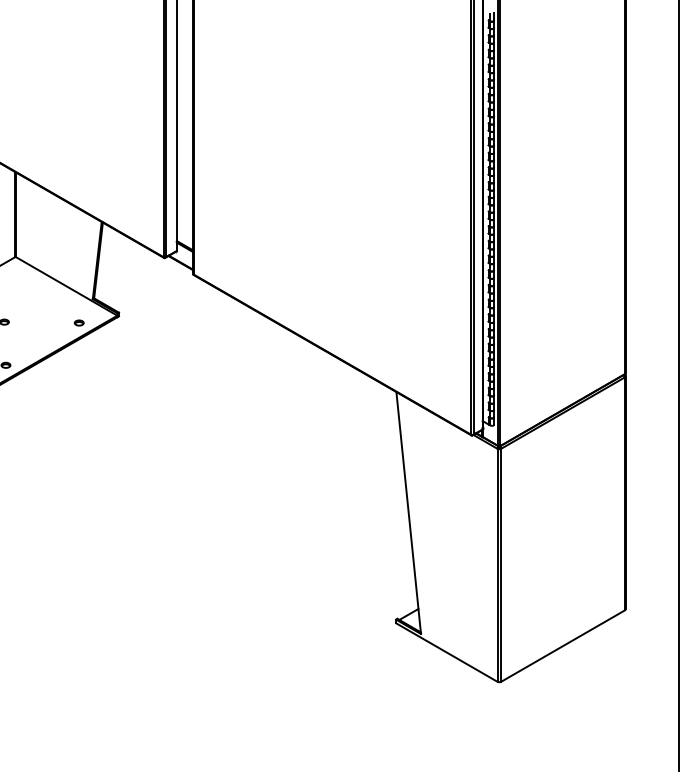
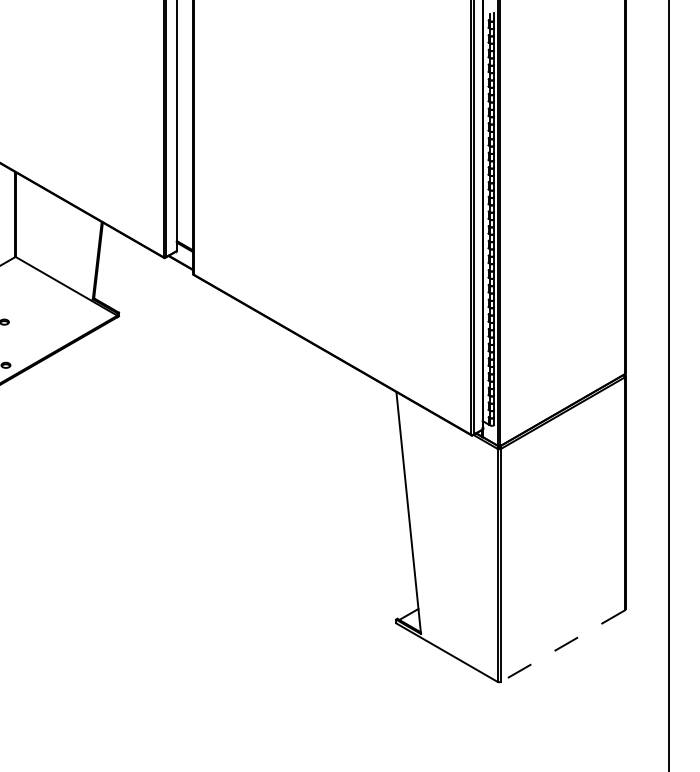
part at (78, 322): present -> none
line at (679, 385) position: (679, 385) -> (669, 385)
line at (562, 646): solid -> dashed
